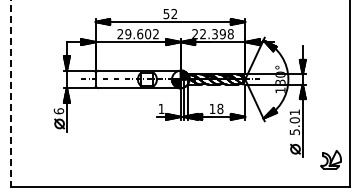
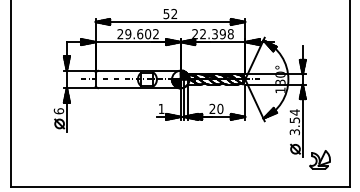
line at (11, 94): dashed -> solid
text at (216, 108): 18 -> 20
text at (294, 121): 5.01 -> 3.54
part at (330, 159) position: (330, 159) -> (319, 159)
